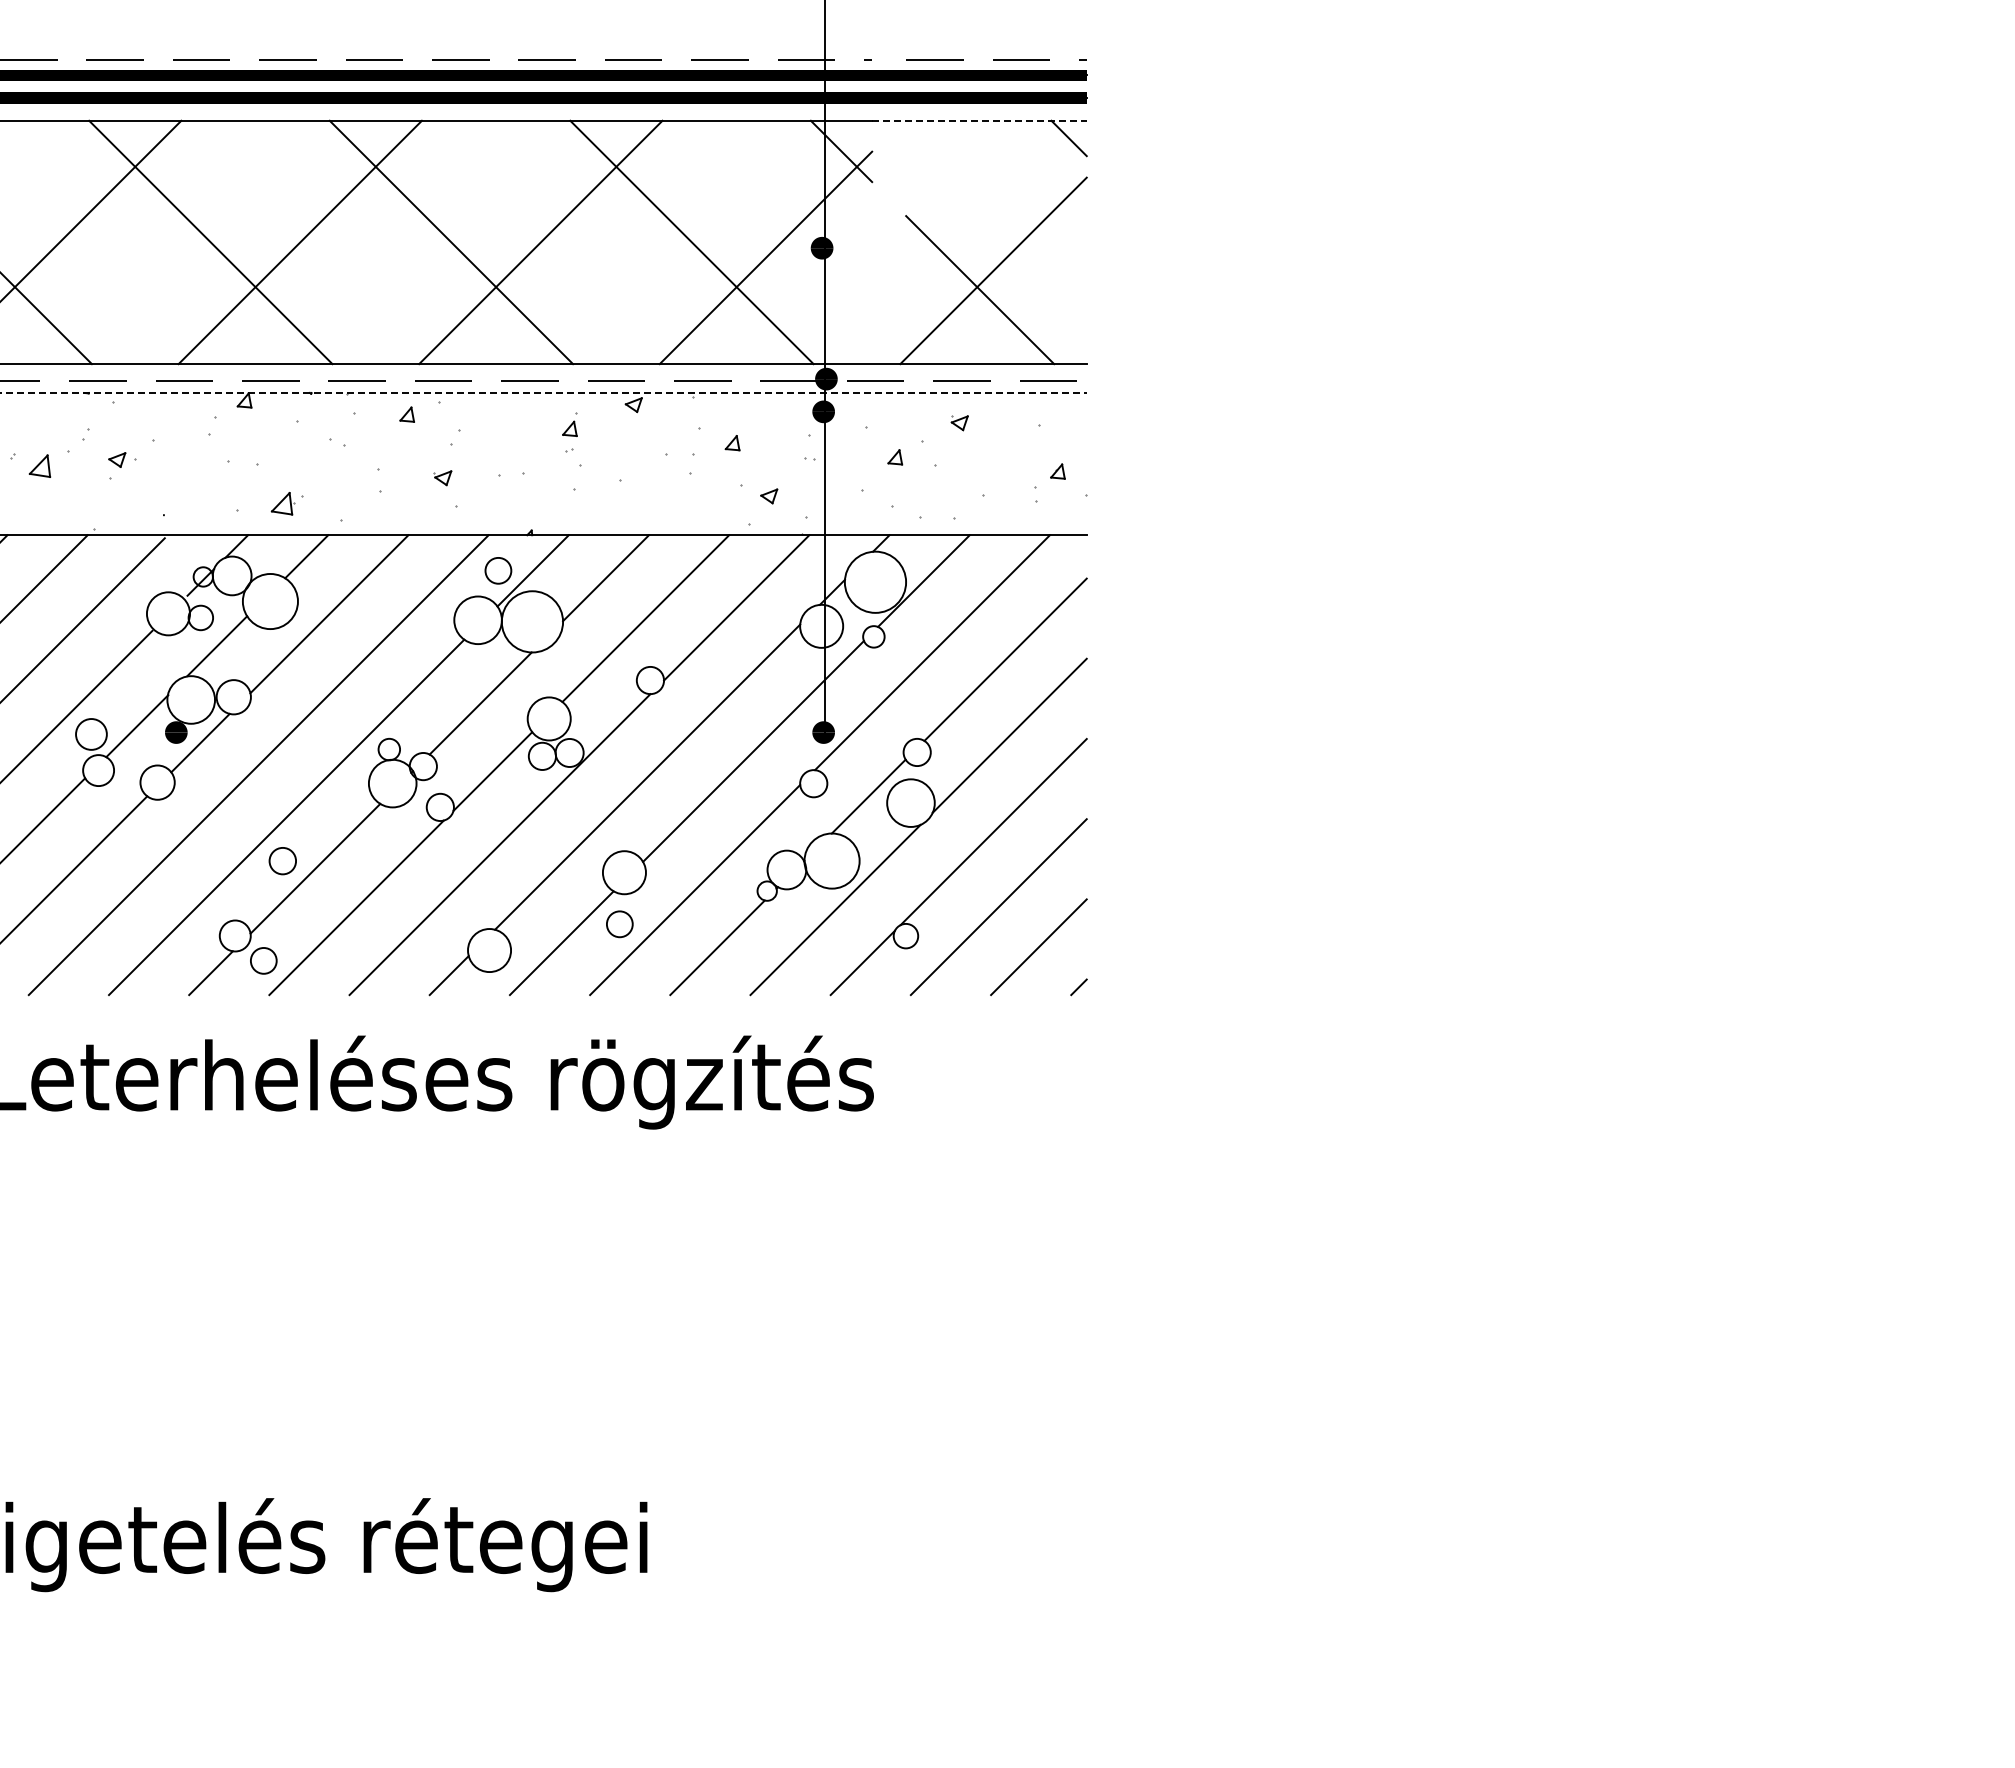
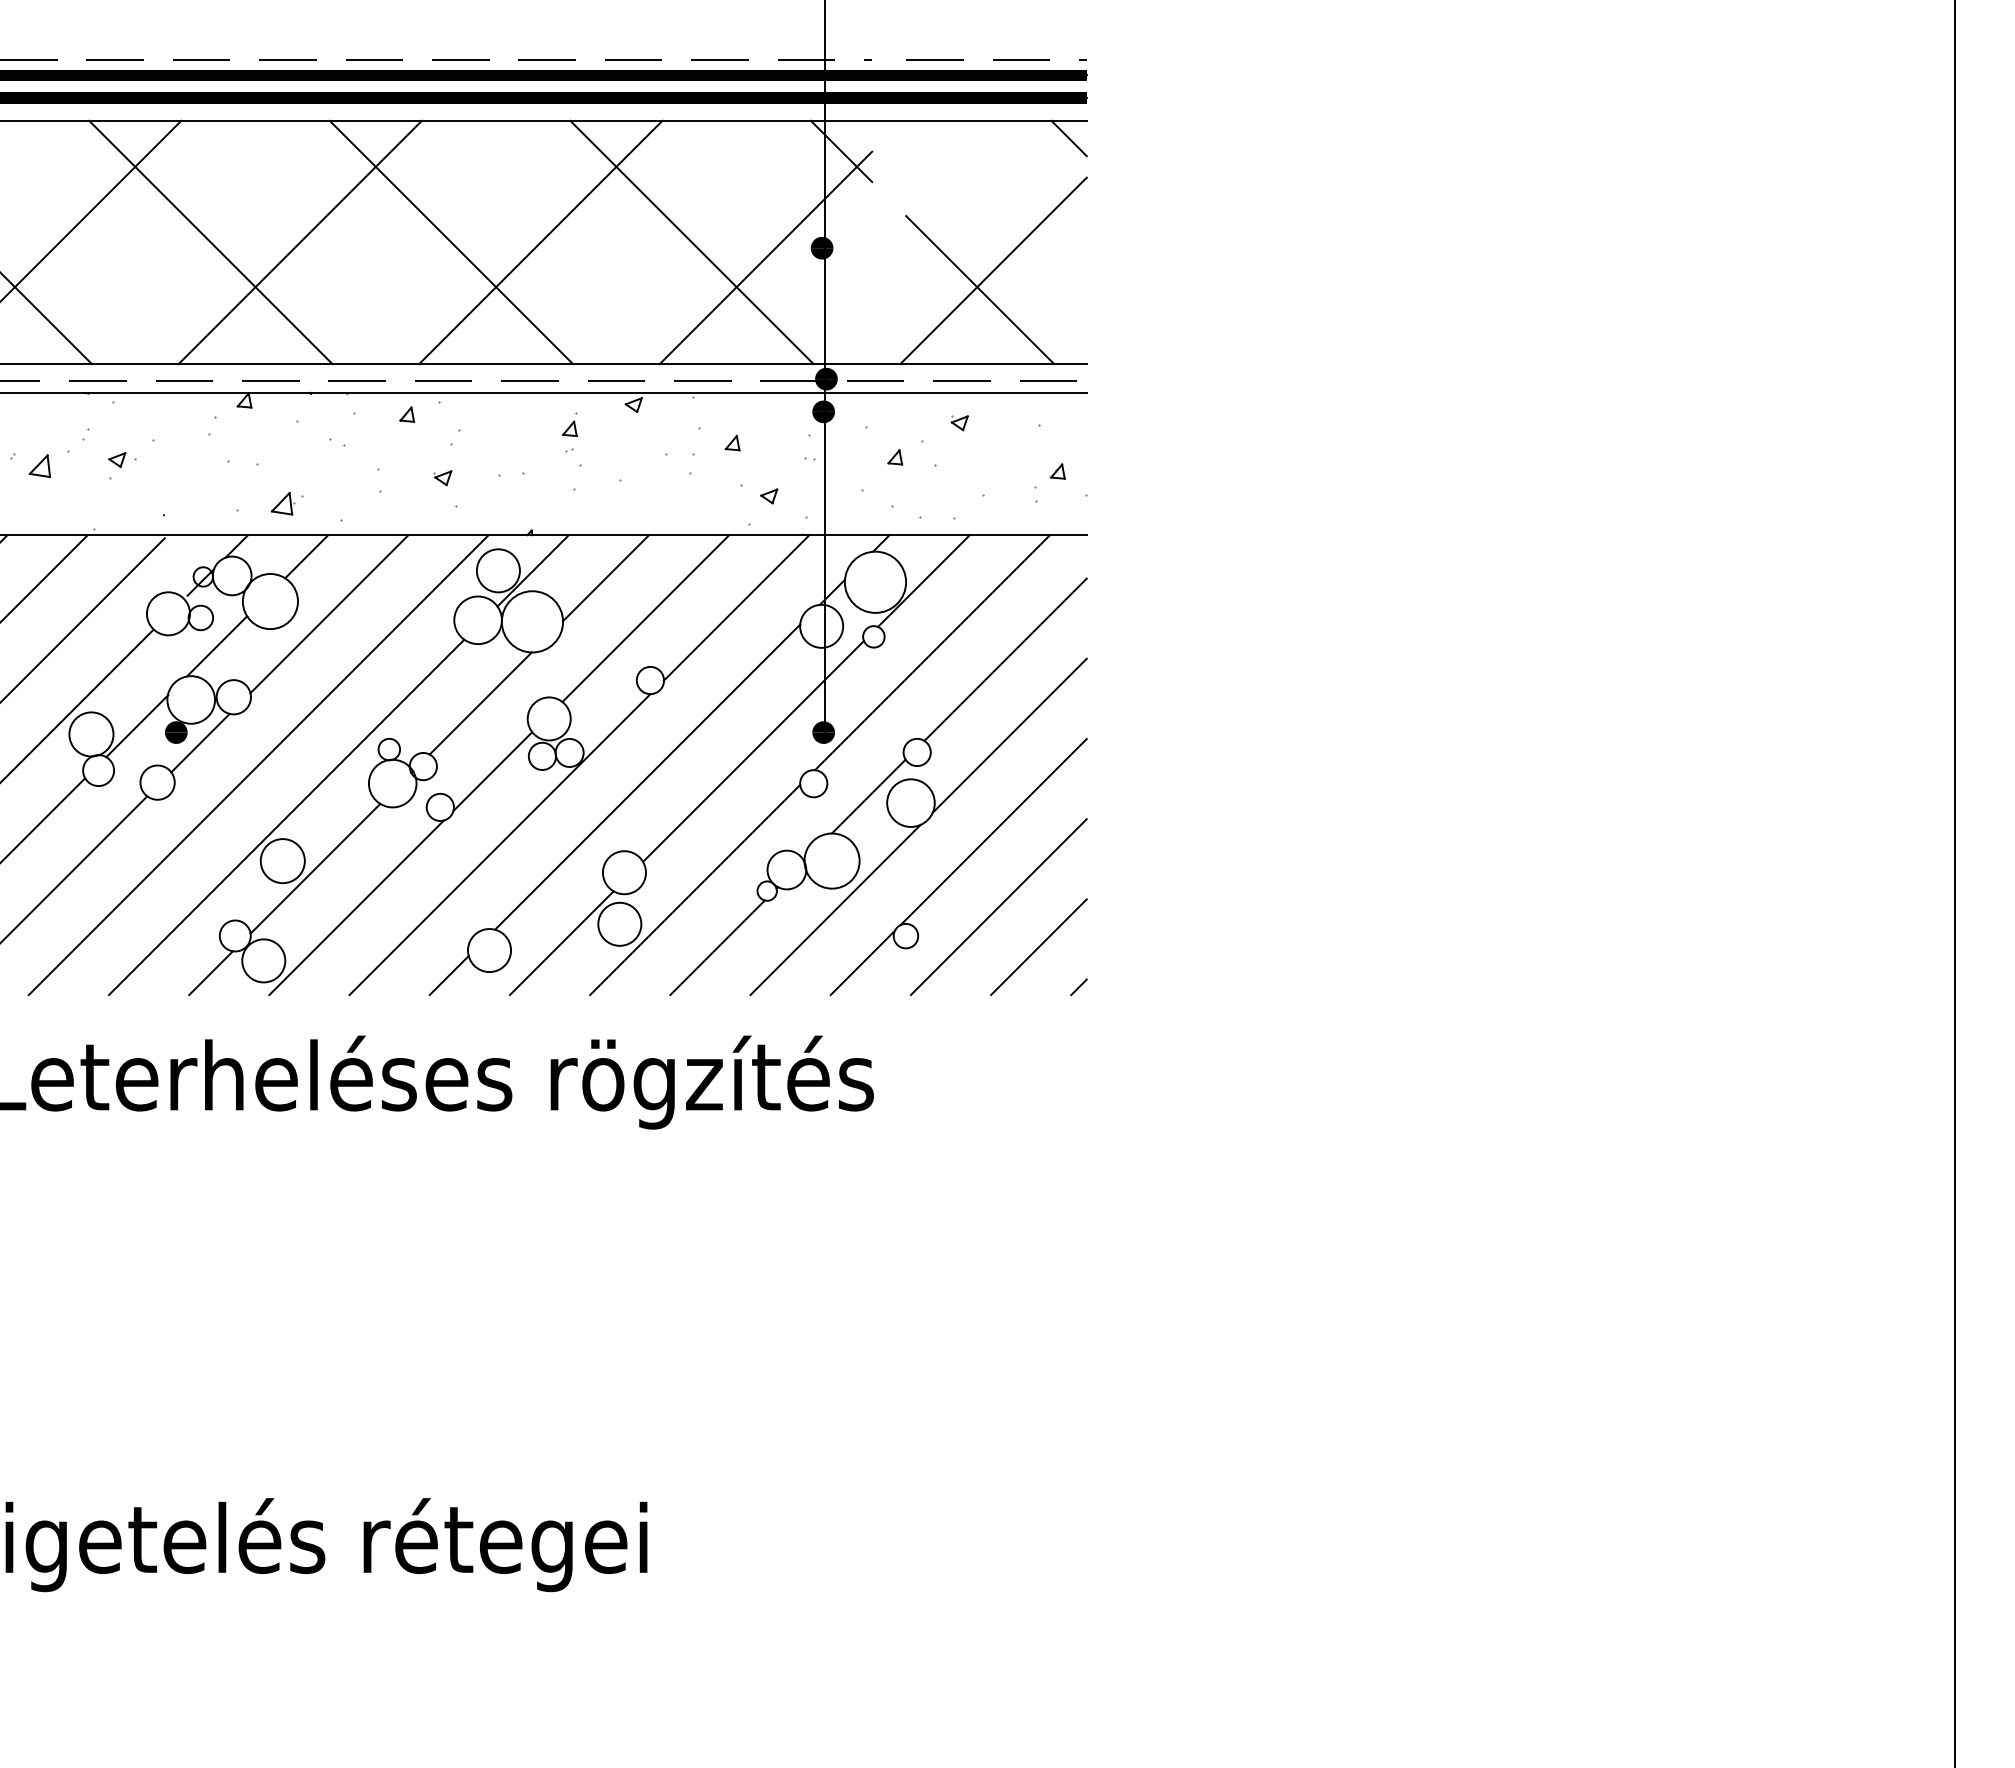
line at (979, 120): dashed -> solid
line at (543, 392): dashed -> solid
circle at (498, 570) diameter: 26 px -> 43 px
circle at (91, 734) diameter: 31 px -> 44 px
circle at (282, 860) diameter: 26 px -> 44 px
line at (1954, 883): none -> present
circle at (619, 924) diameter: 26 px -> 43 px
circle at (263, 960) diameter: 26 px -> 43 px
